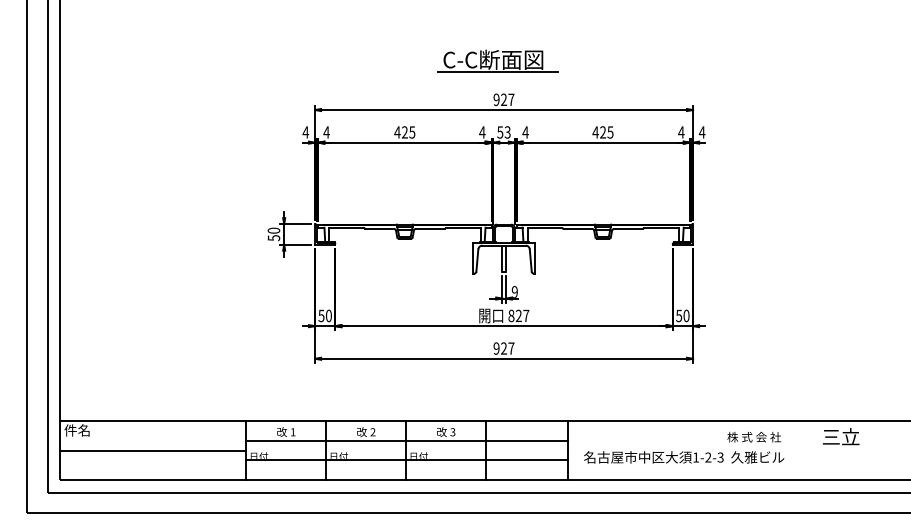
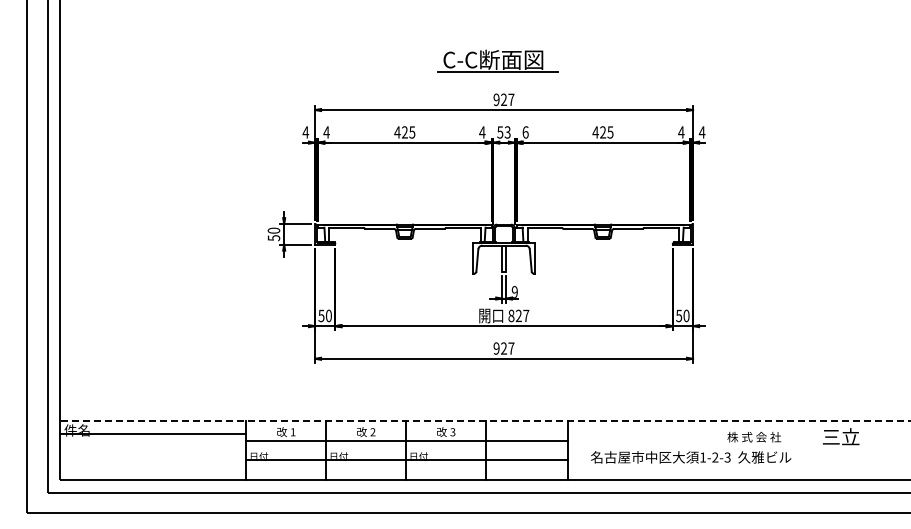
text at (525, 132): 4 -> 6
line at (484, 420): solid -> dashed
line at (152, 450) position: (152, 450) -> (152, 433)
text at (684, 457) position: (684, 457) -> (691, 457)
